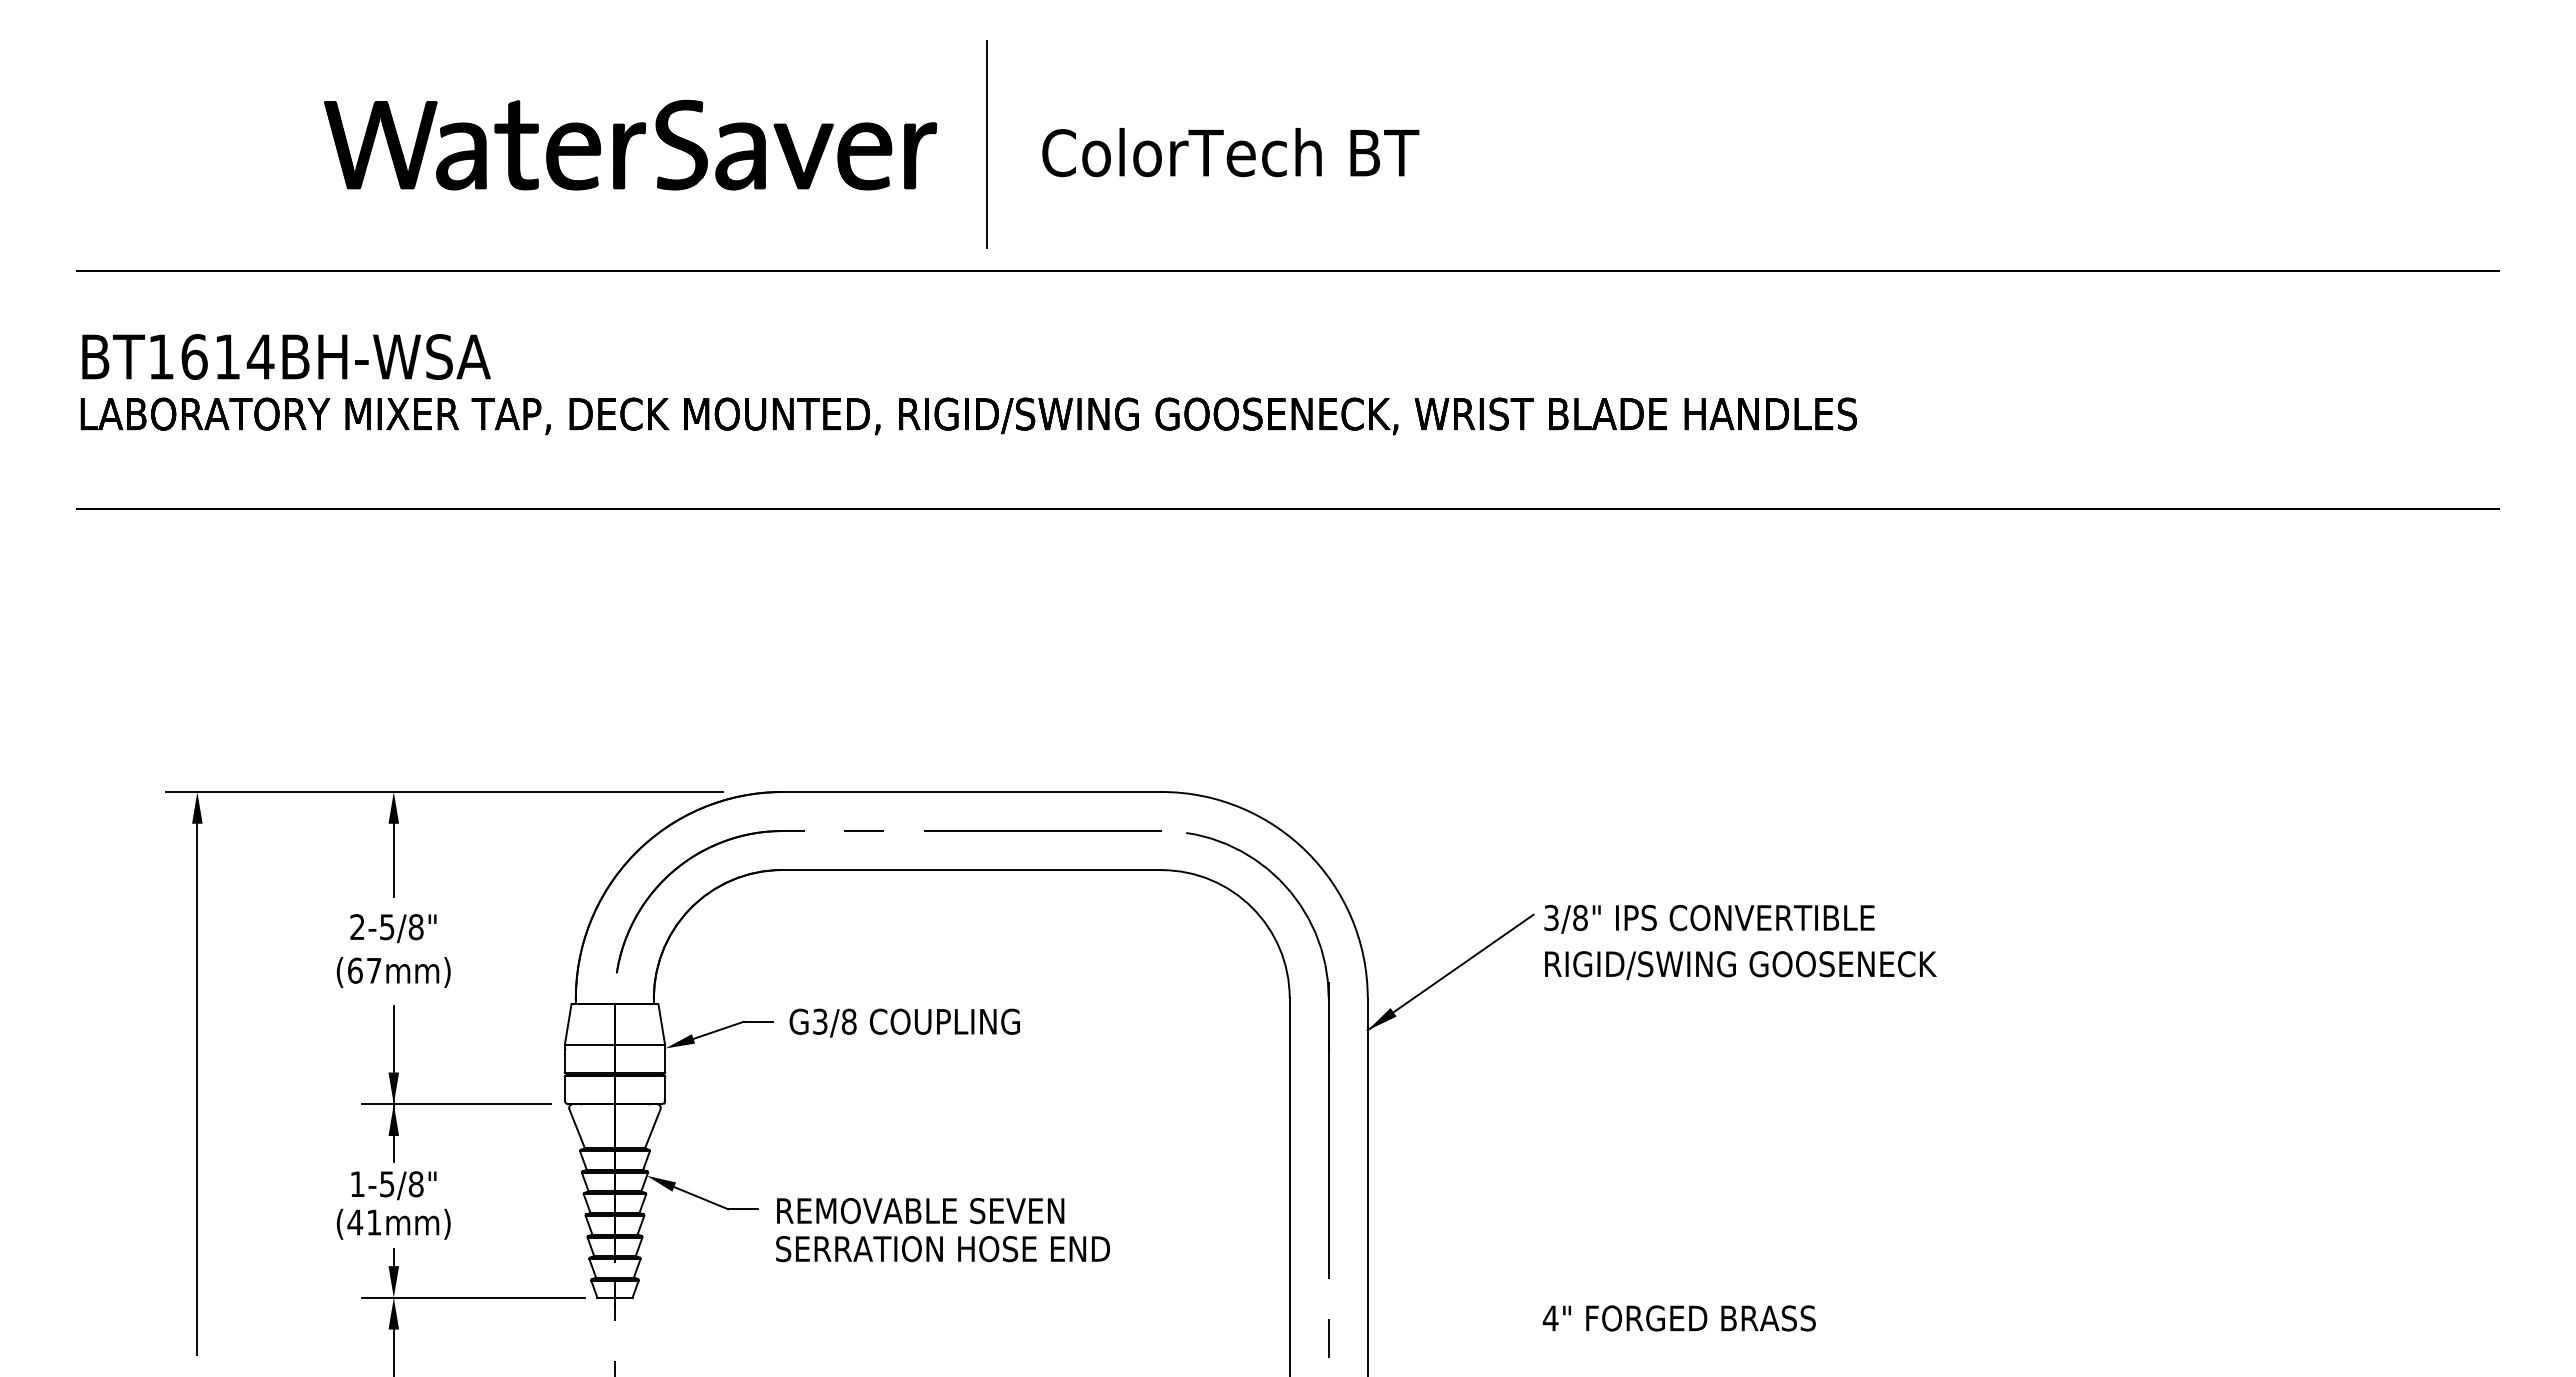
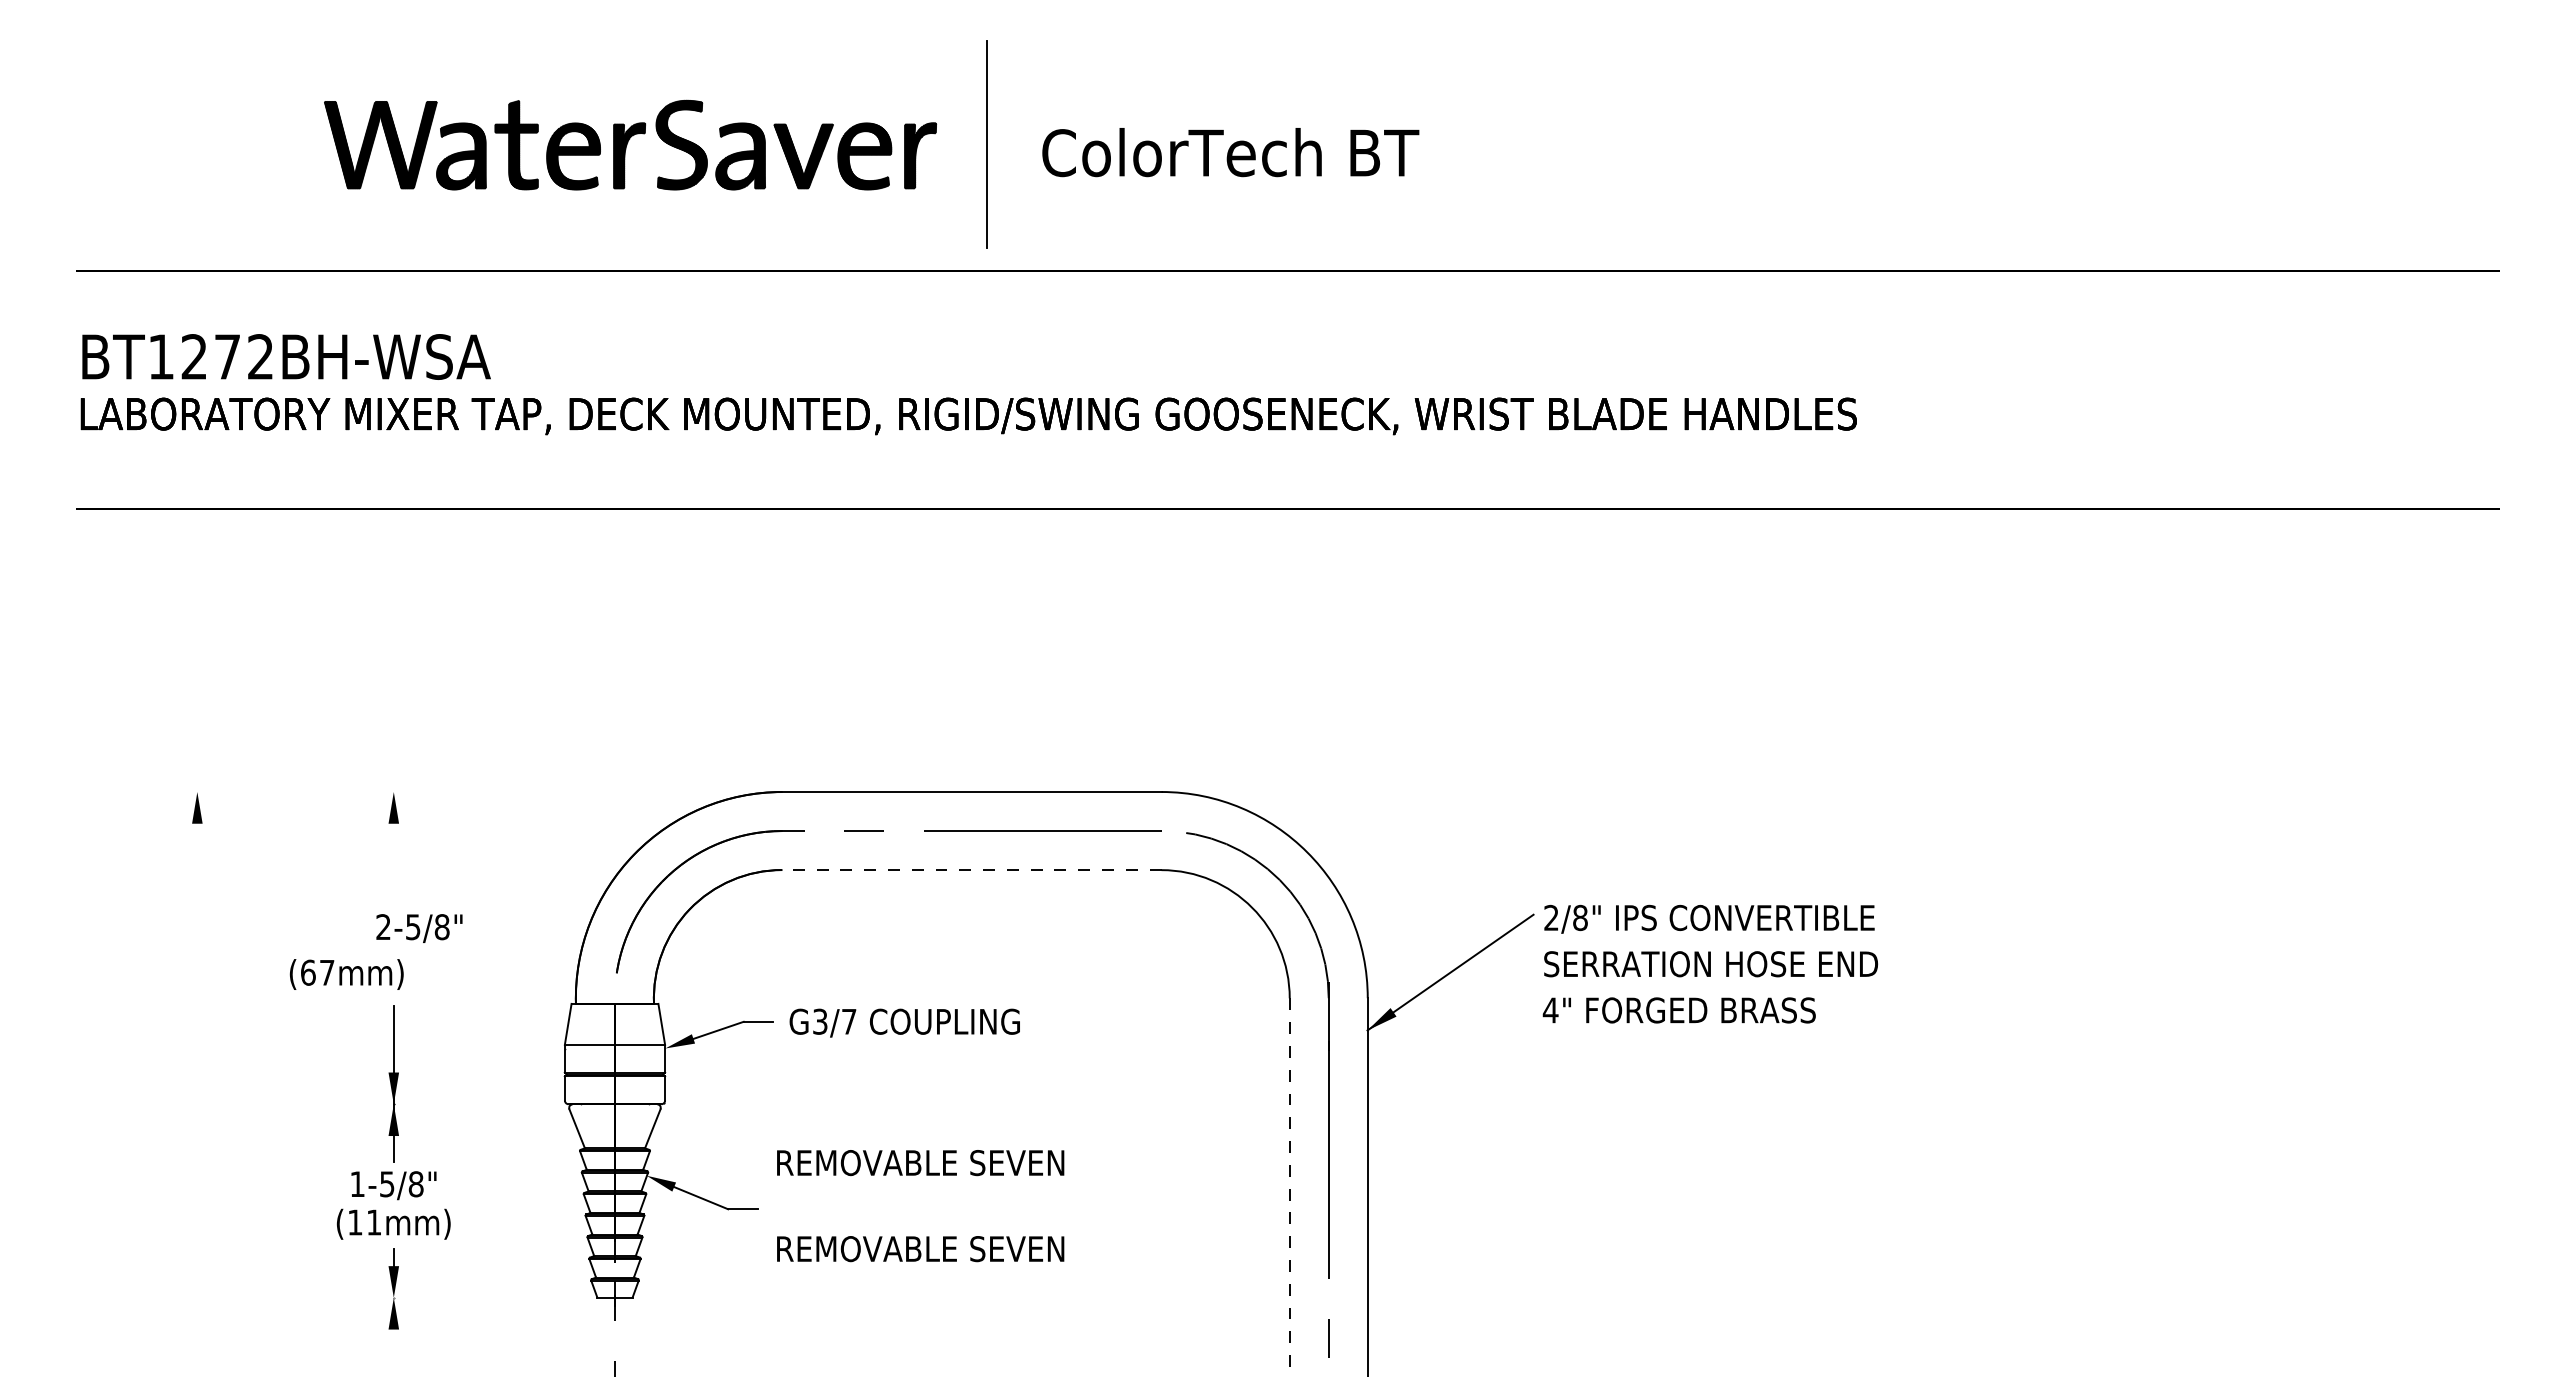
text at (227, 356): BT1614BH-WSA -> BT1272BH-WSA
line at (444, 792): present -> none
line at (393, 860): present -> none
line at (971, 870): solid -> dashed
text at (1551, 918): 3/8" -> 2/8"
text at (393, 928) position: (393, 928) -> (419, 928)
text at (1740, 965): RIGID/SWING GOOSENECK -> SERRATION HOSE END
text at (393, 972) position: (393, 972) -> (346, 974)
text at (848, 1021): G3/8 -> G3/7
line at (197, 1089): present -> none
line at (456, 1104): present -> none
line at (1289, 1187): solid -> dashed
text at (920, 1211) position: (920, 1211) -> (920, 1163)
text at (355, 1222): (41mm) -> (11mm)
text at (942, 1249): SERRATION HOSE END -> REMOVABLE SEVEN
line at (473, 1297): present -> none
text at (1678, 1318) position: (1678, 1318) -> (1678, 1010)
line at (393, 1351): present -> none
